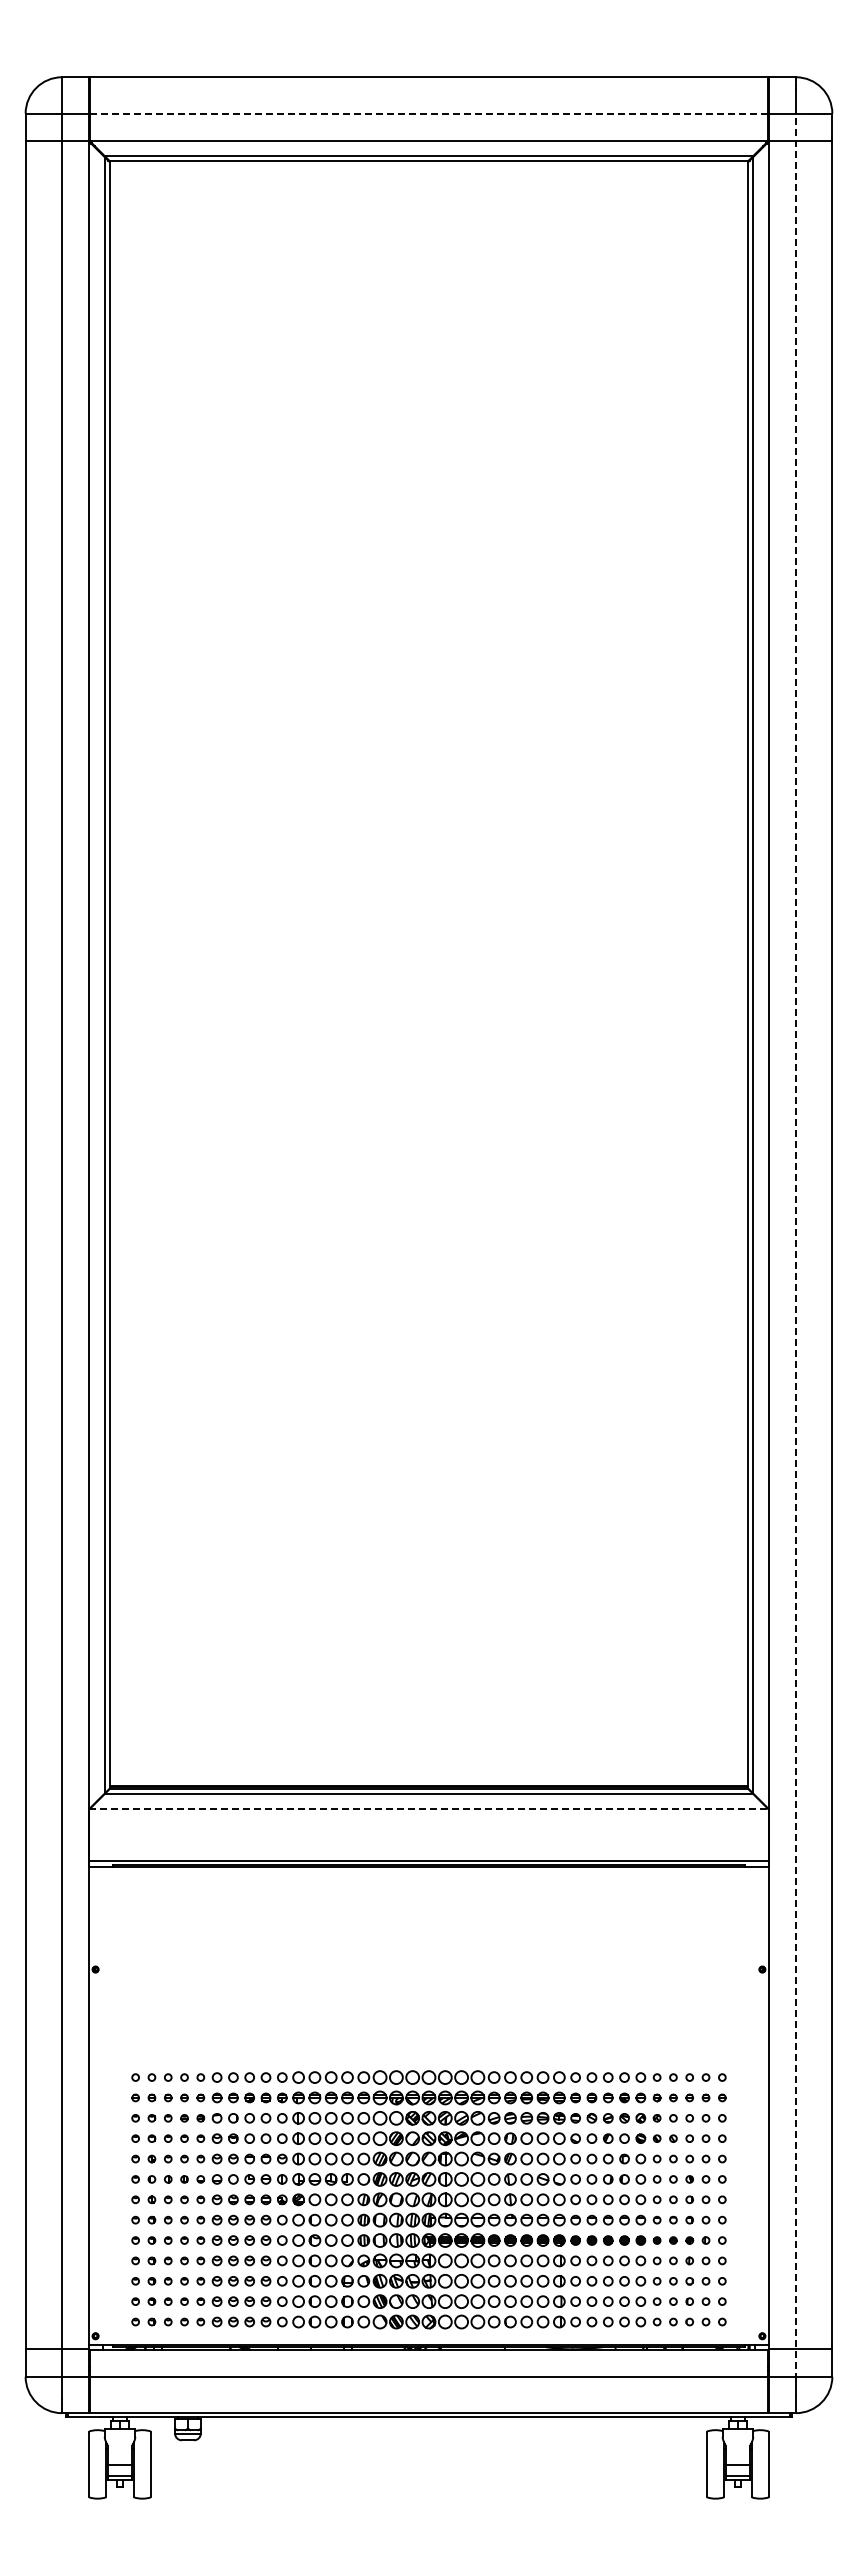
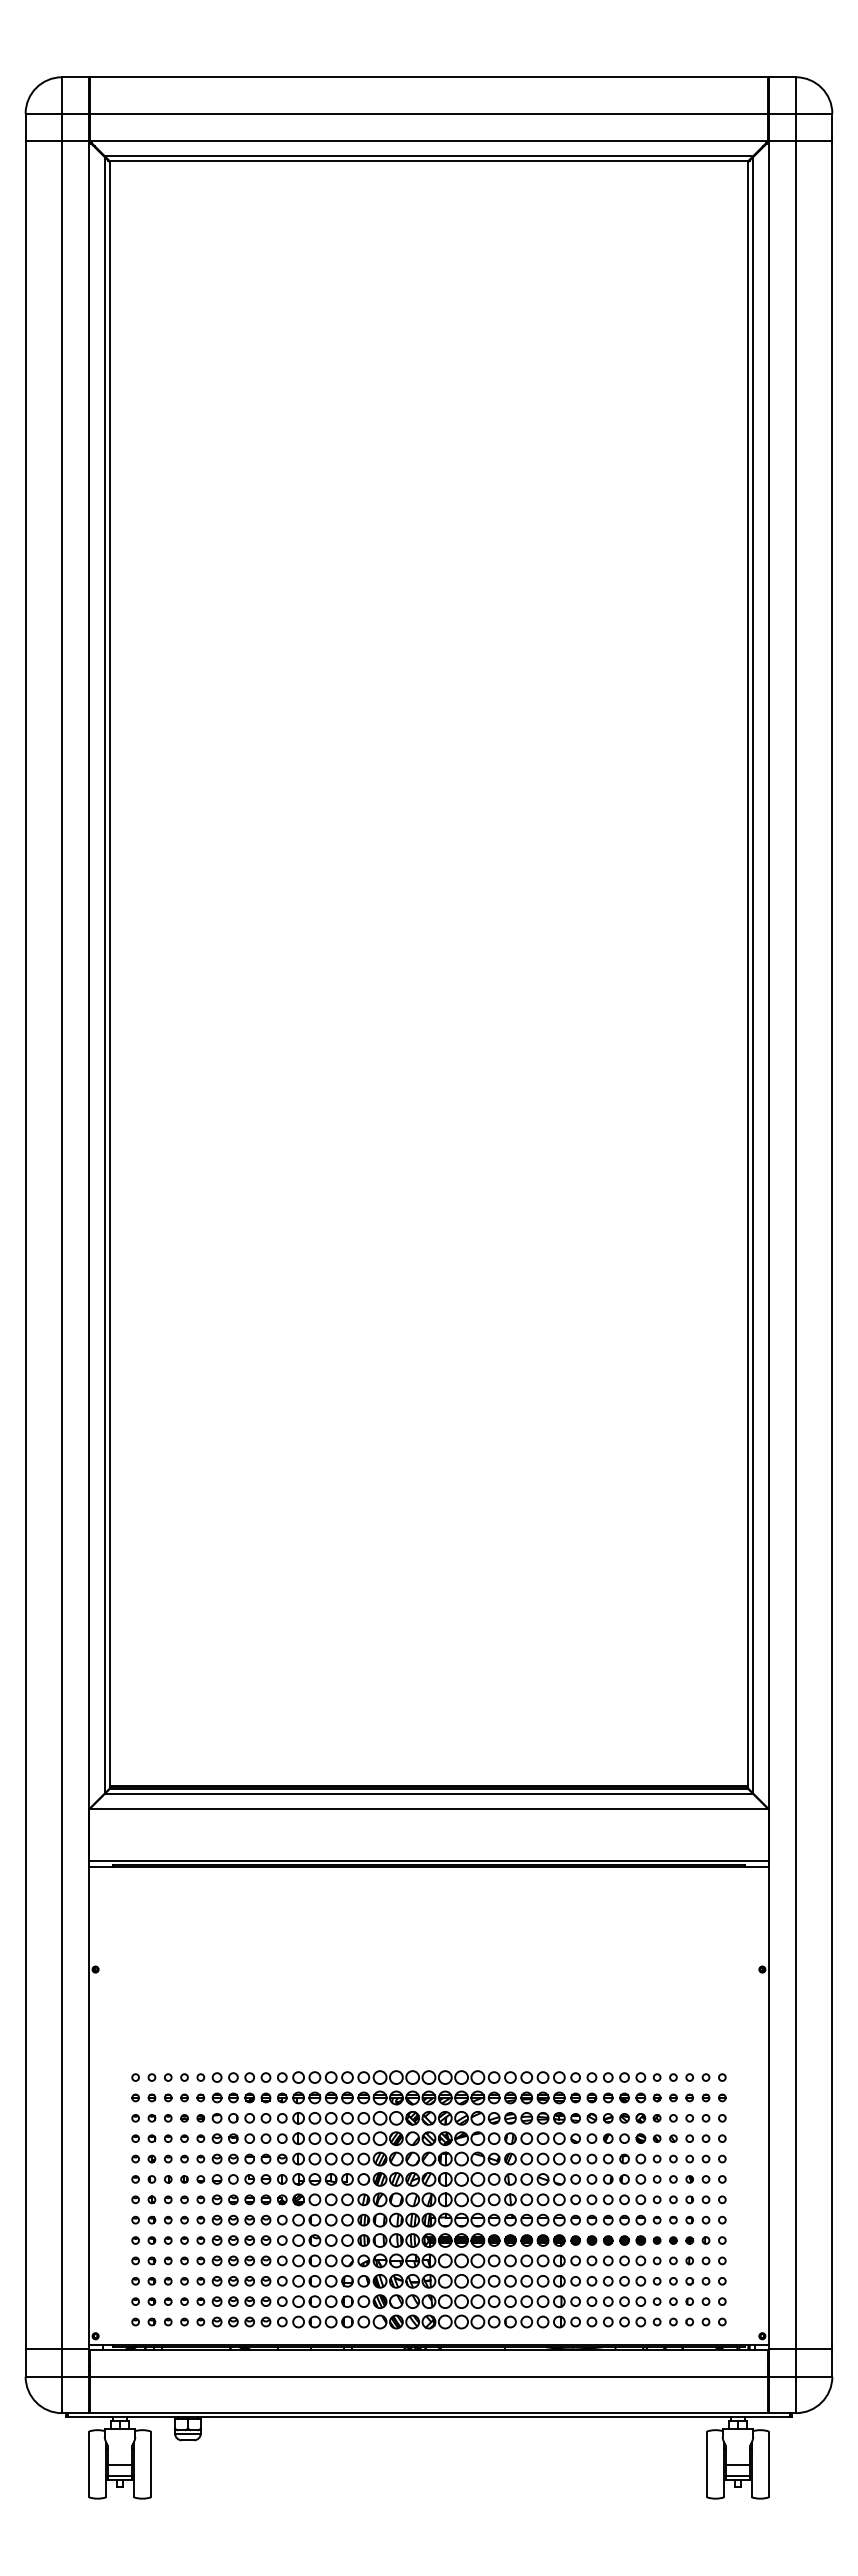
line at (428, 113): dashed -> solid
line at (795, 1246): dashed -> solid
line at (429, 1809): dashed -> solid
